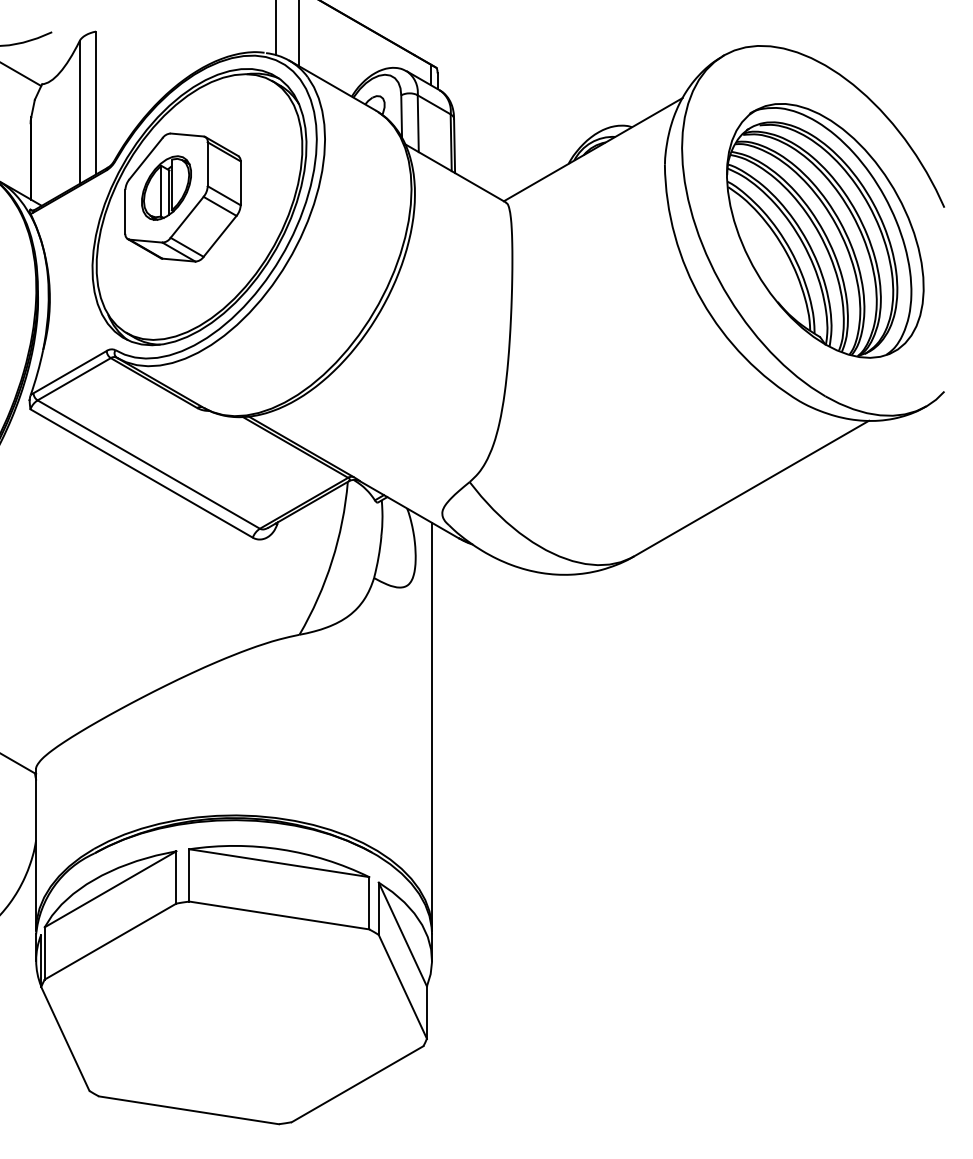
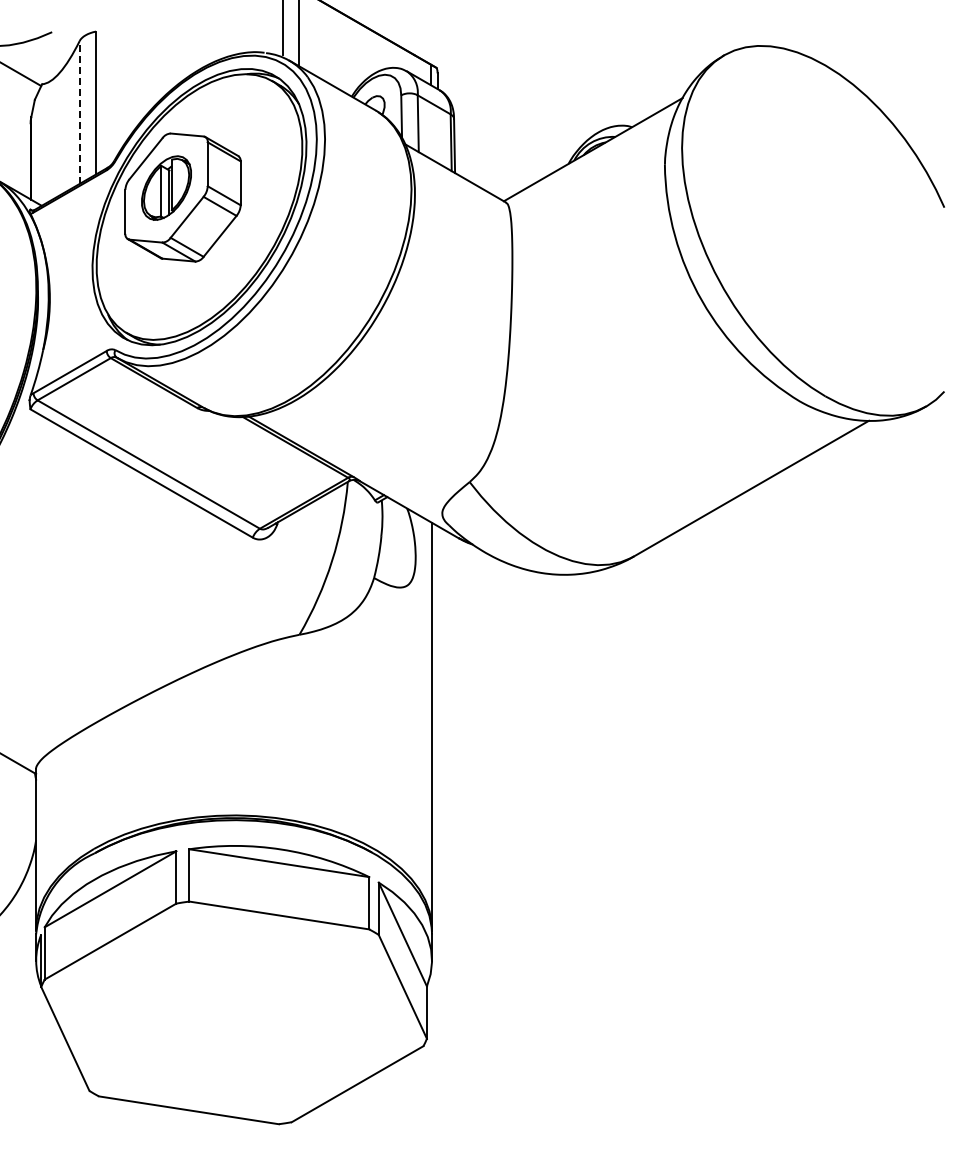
line at (276, 28) position: (276, 28) -> (283, 28)
line at (79, 112): solid -> dashed
part at (825, 230): present -> none
